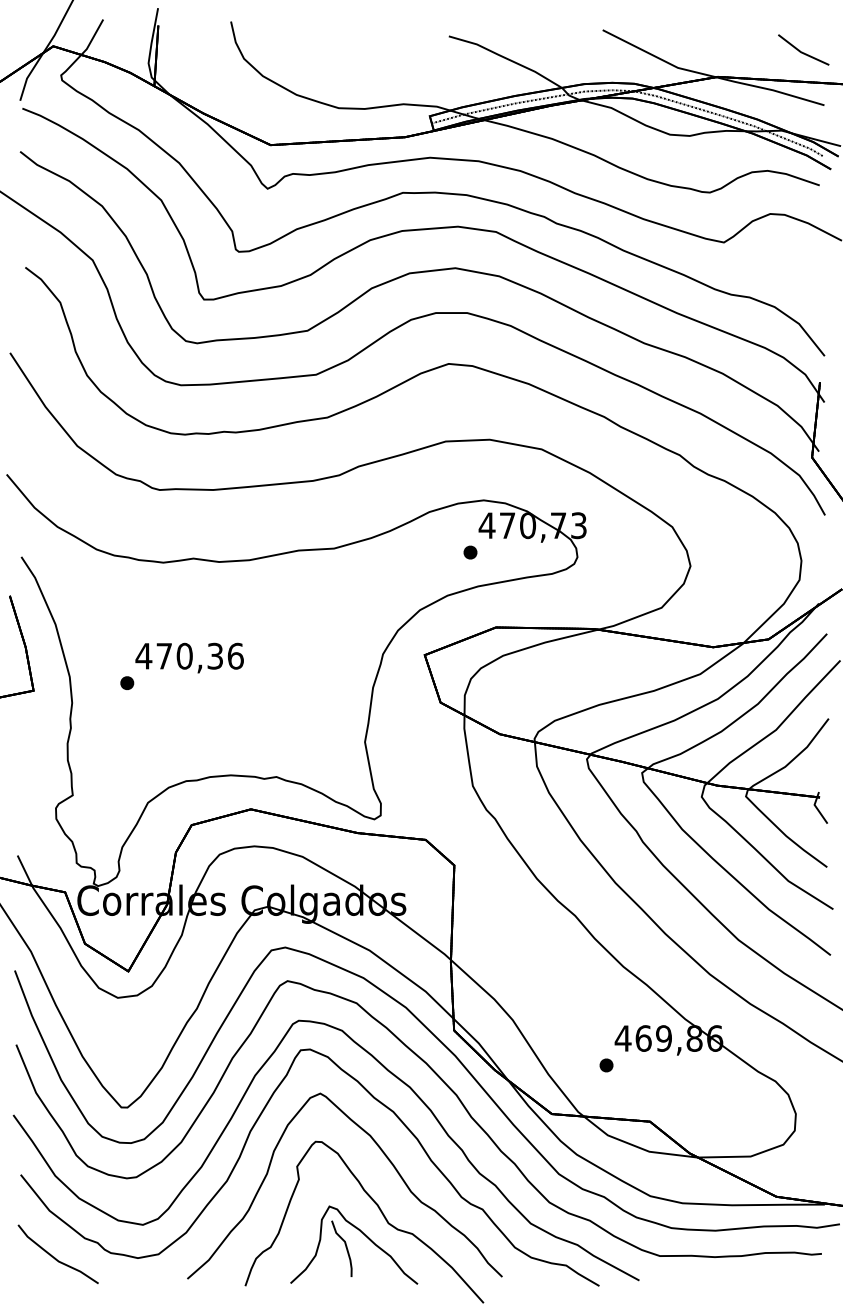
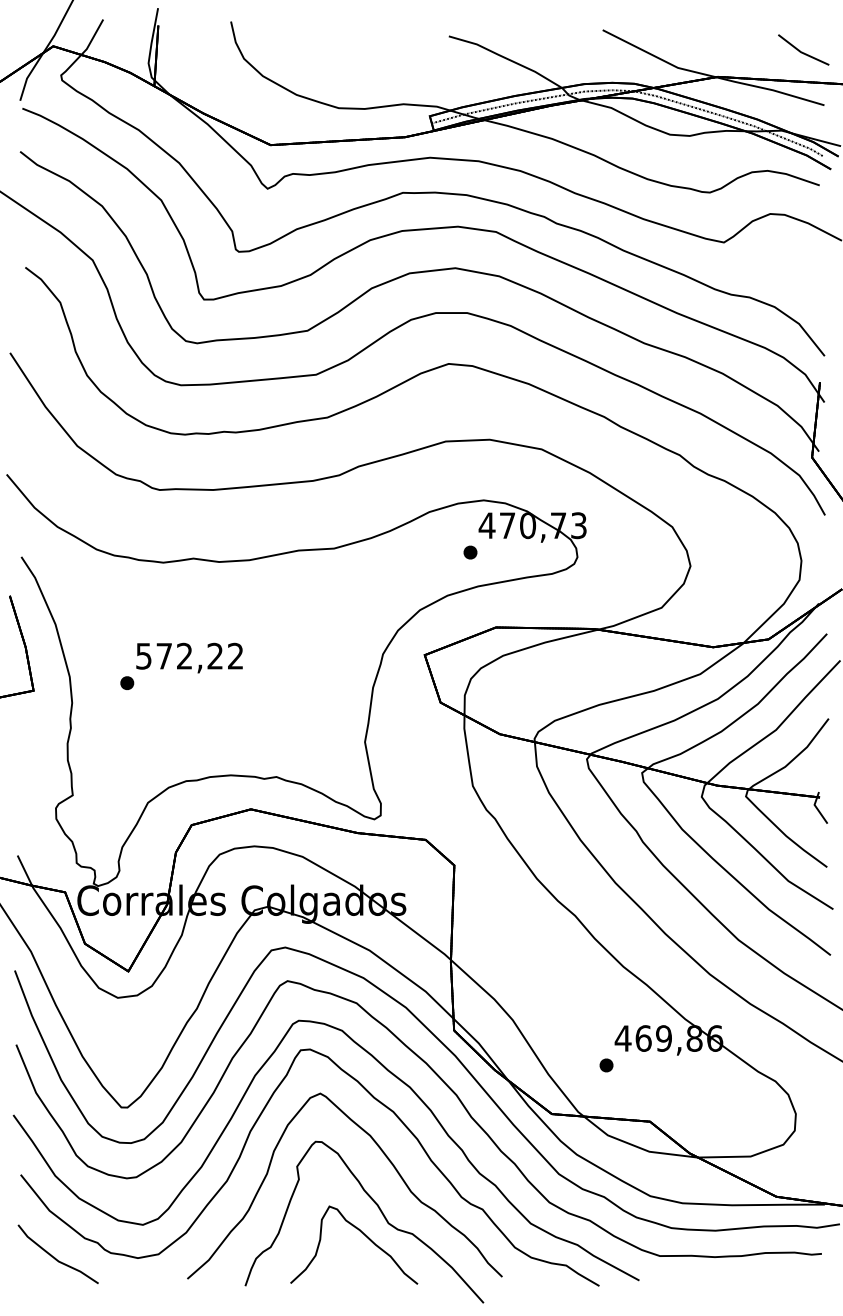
text at (189, 655): 470,36 -> 572,22
curve at (345, 1247): present -> none
